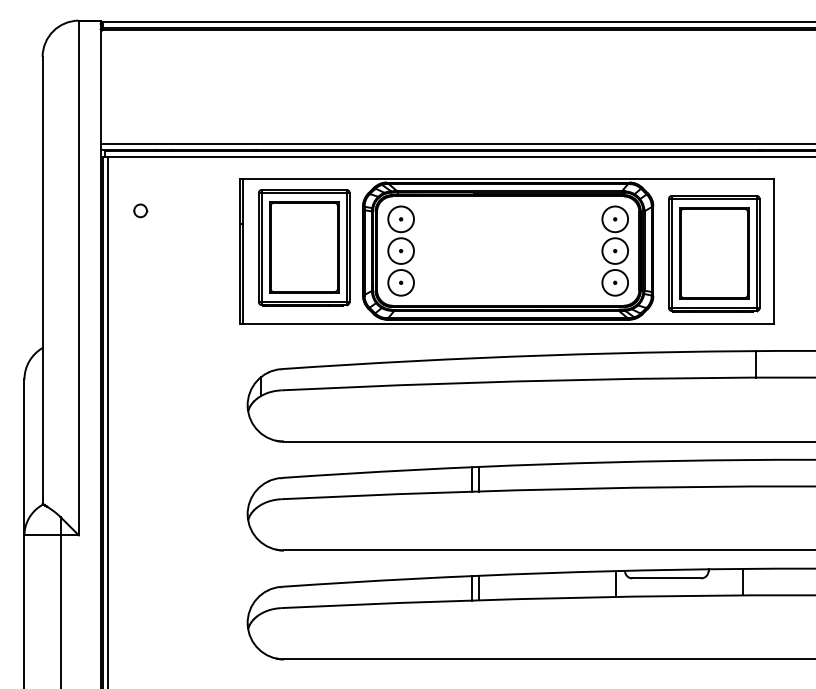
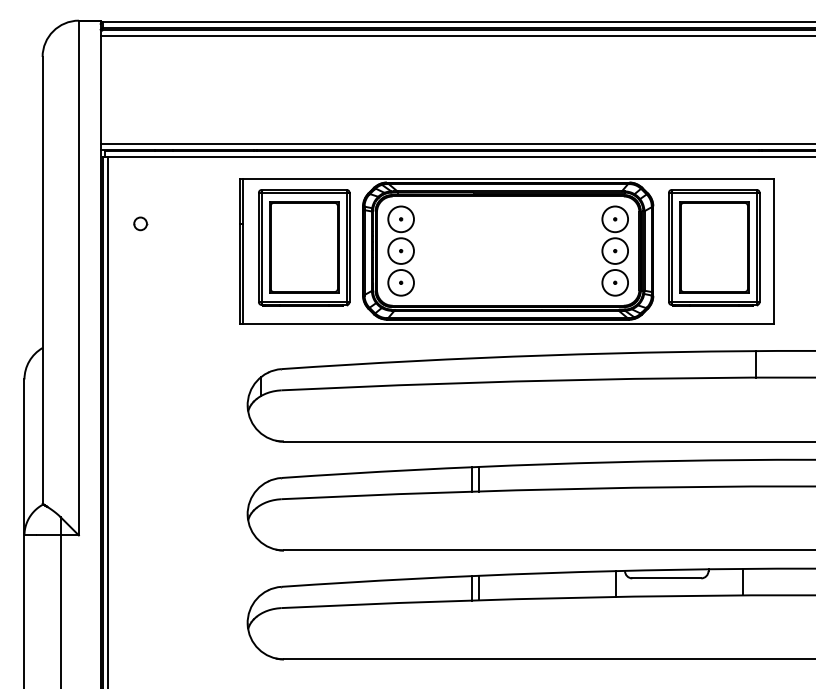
line at (456, 36): none -> present
part at (140, 210) position: (140, 210) -> (140, 223)
part at (714, 253) position: (714, 253) -> (714, 247)
